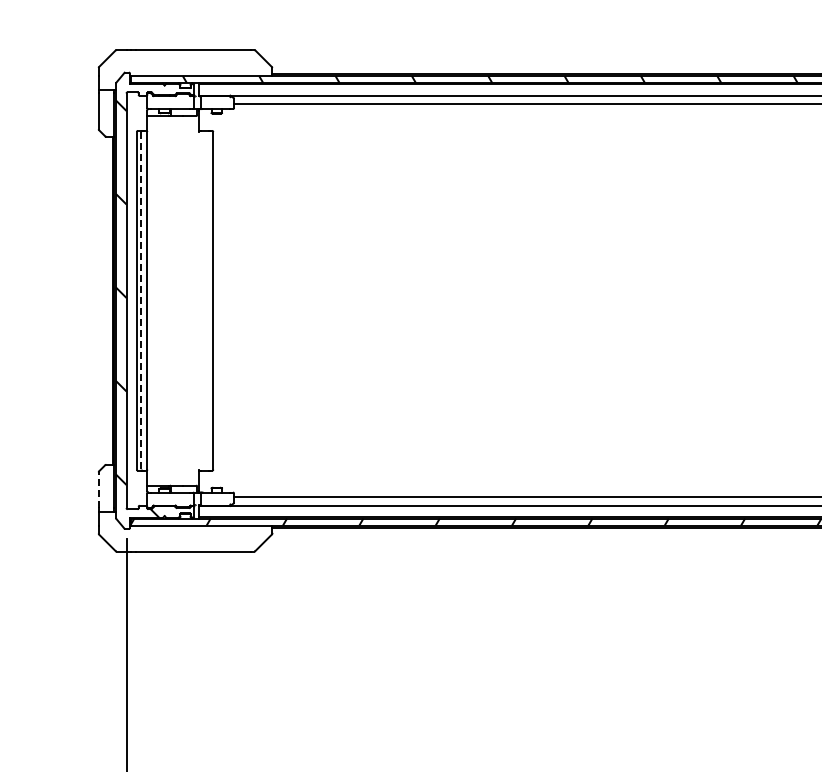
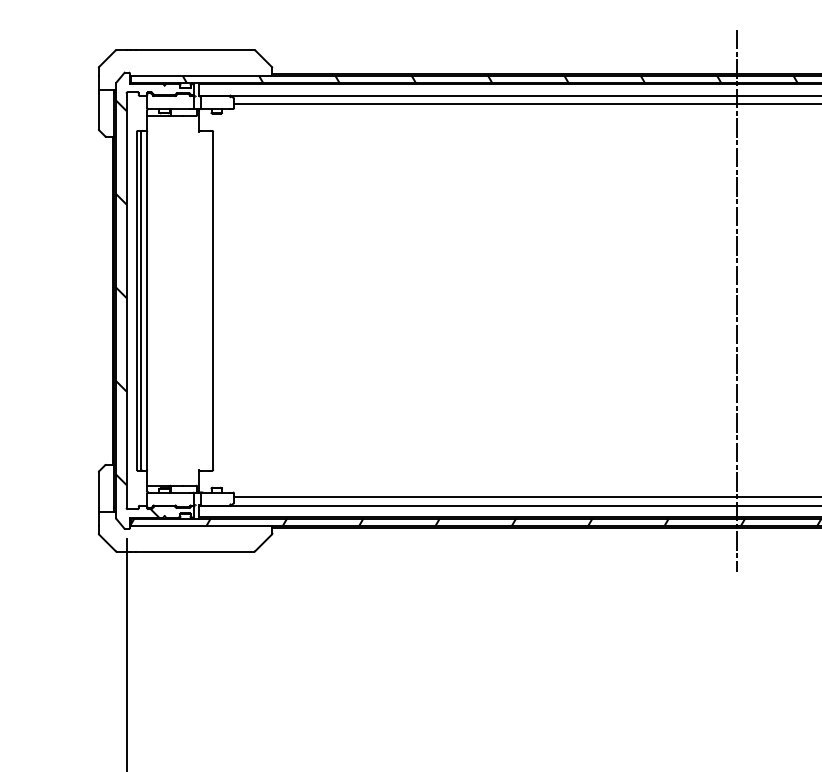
line at (141, 300): dashed -> solid
line at (737, 300): none -> present
line at (98, 490): dashed -> solid
